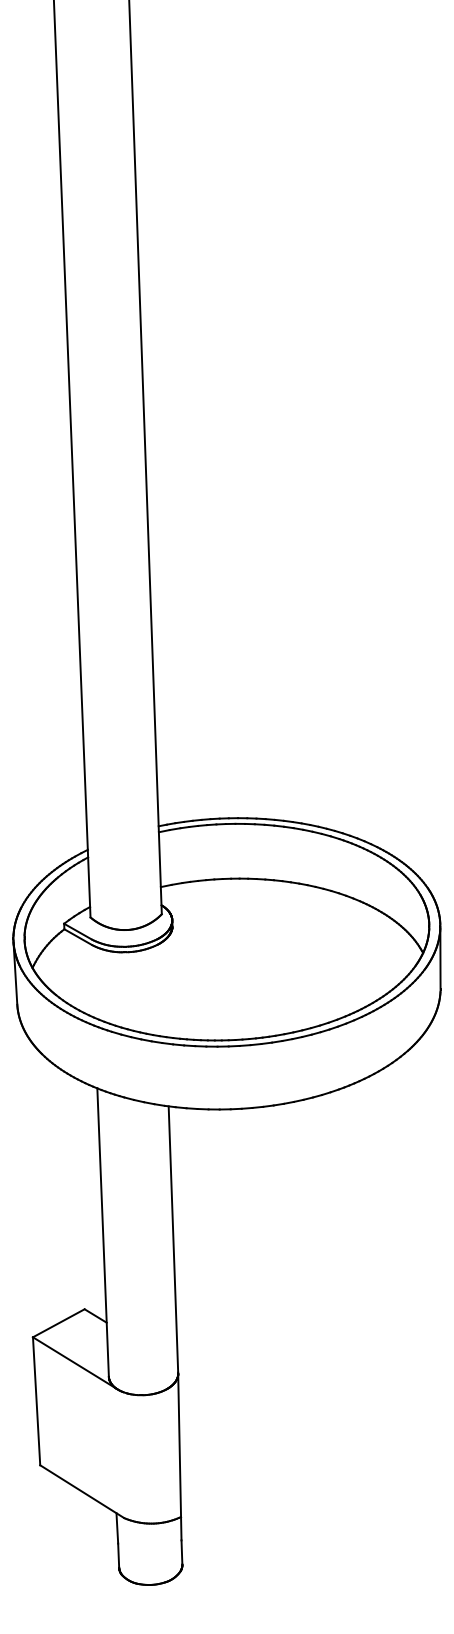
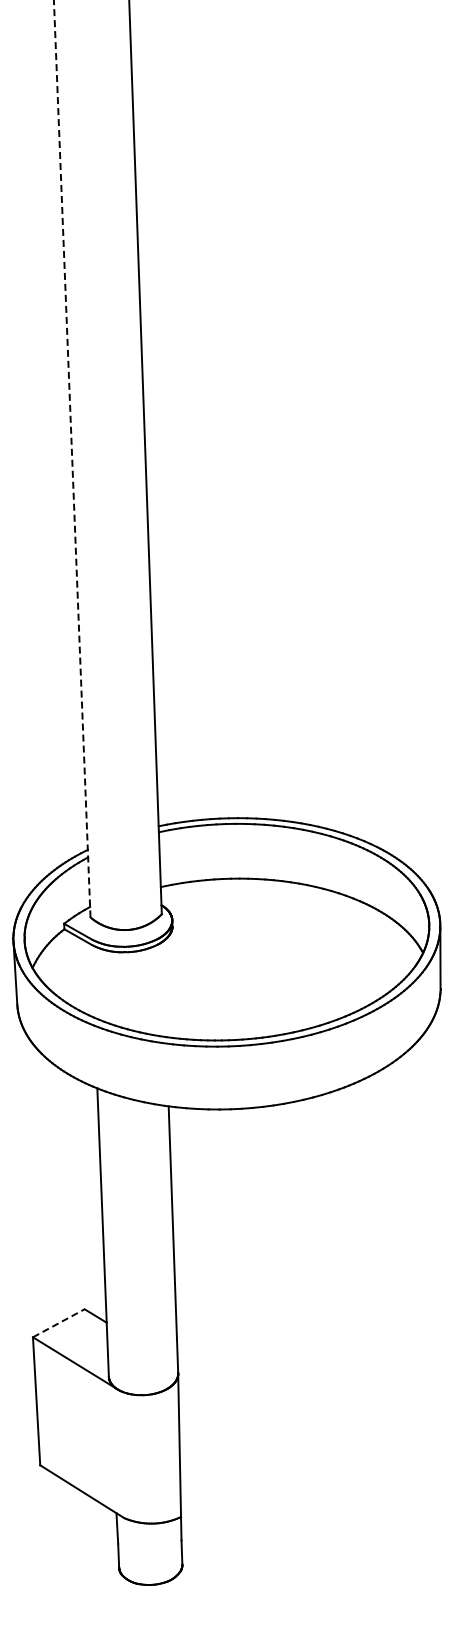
line at (72, 459): solid -> dashed
line at (59, 1323): solid -> dashed
